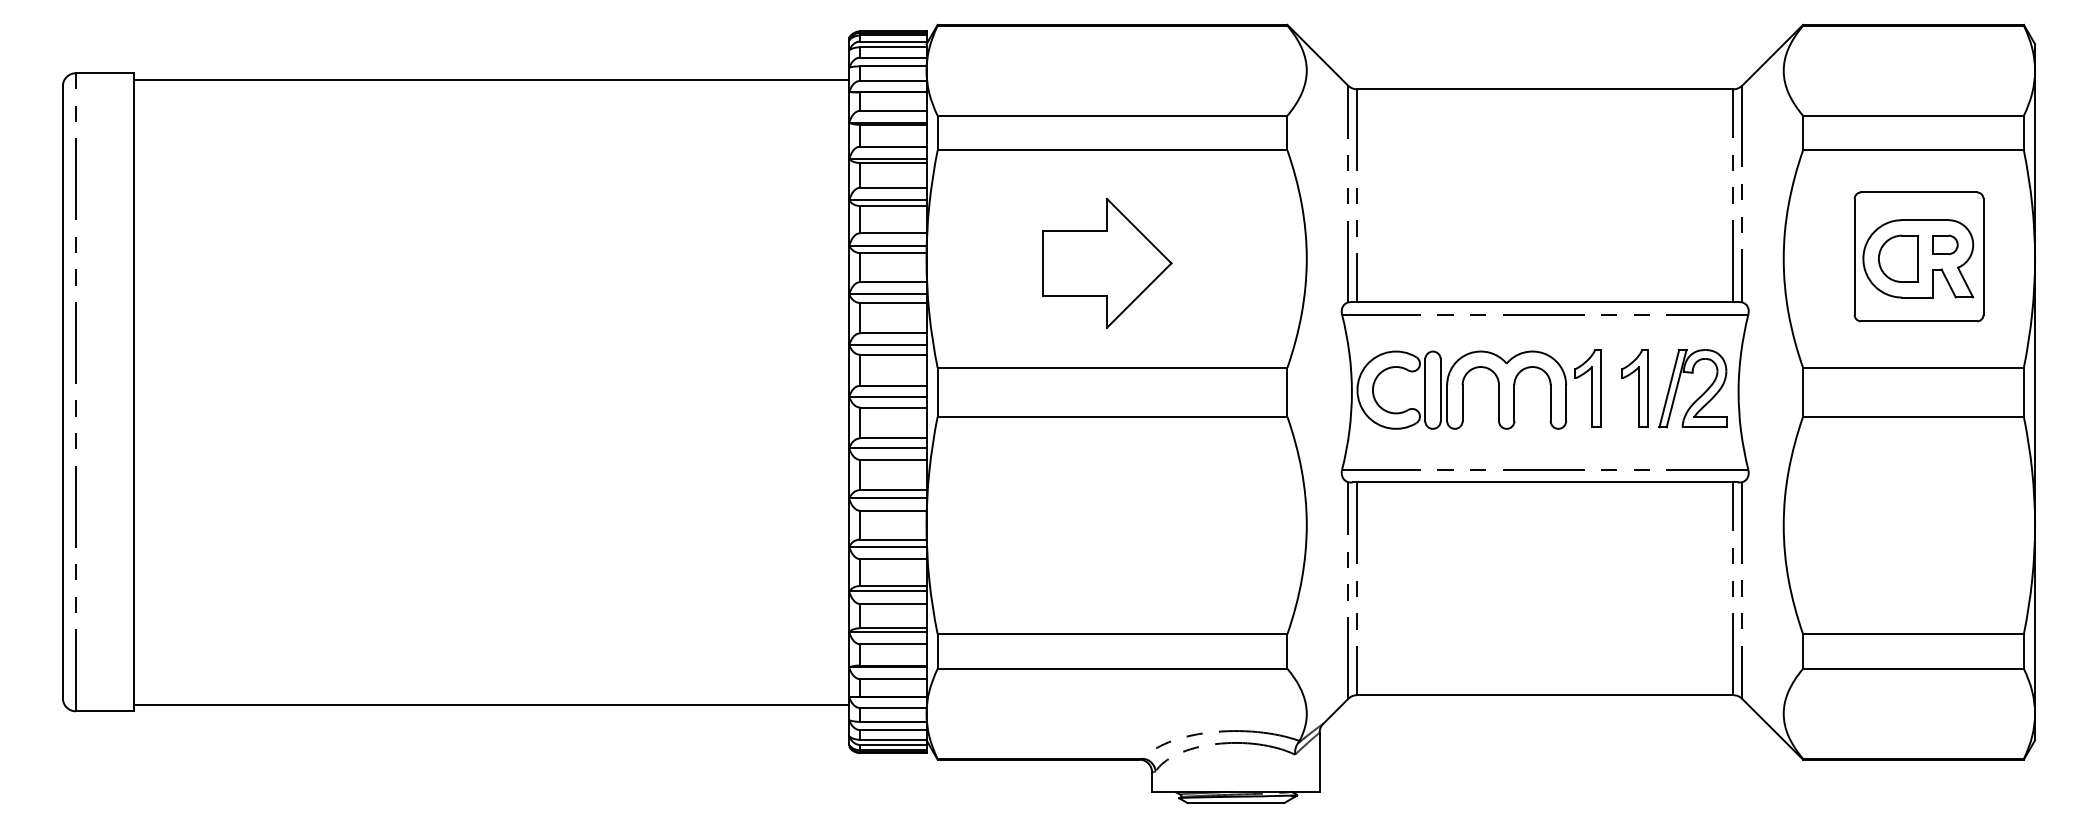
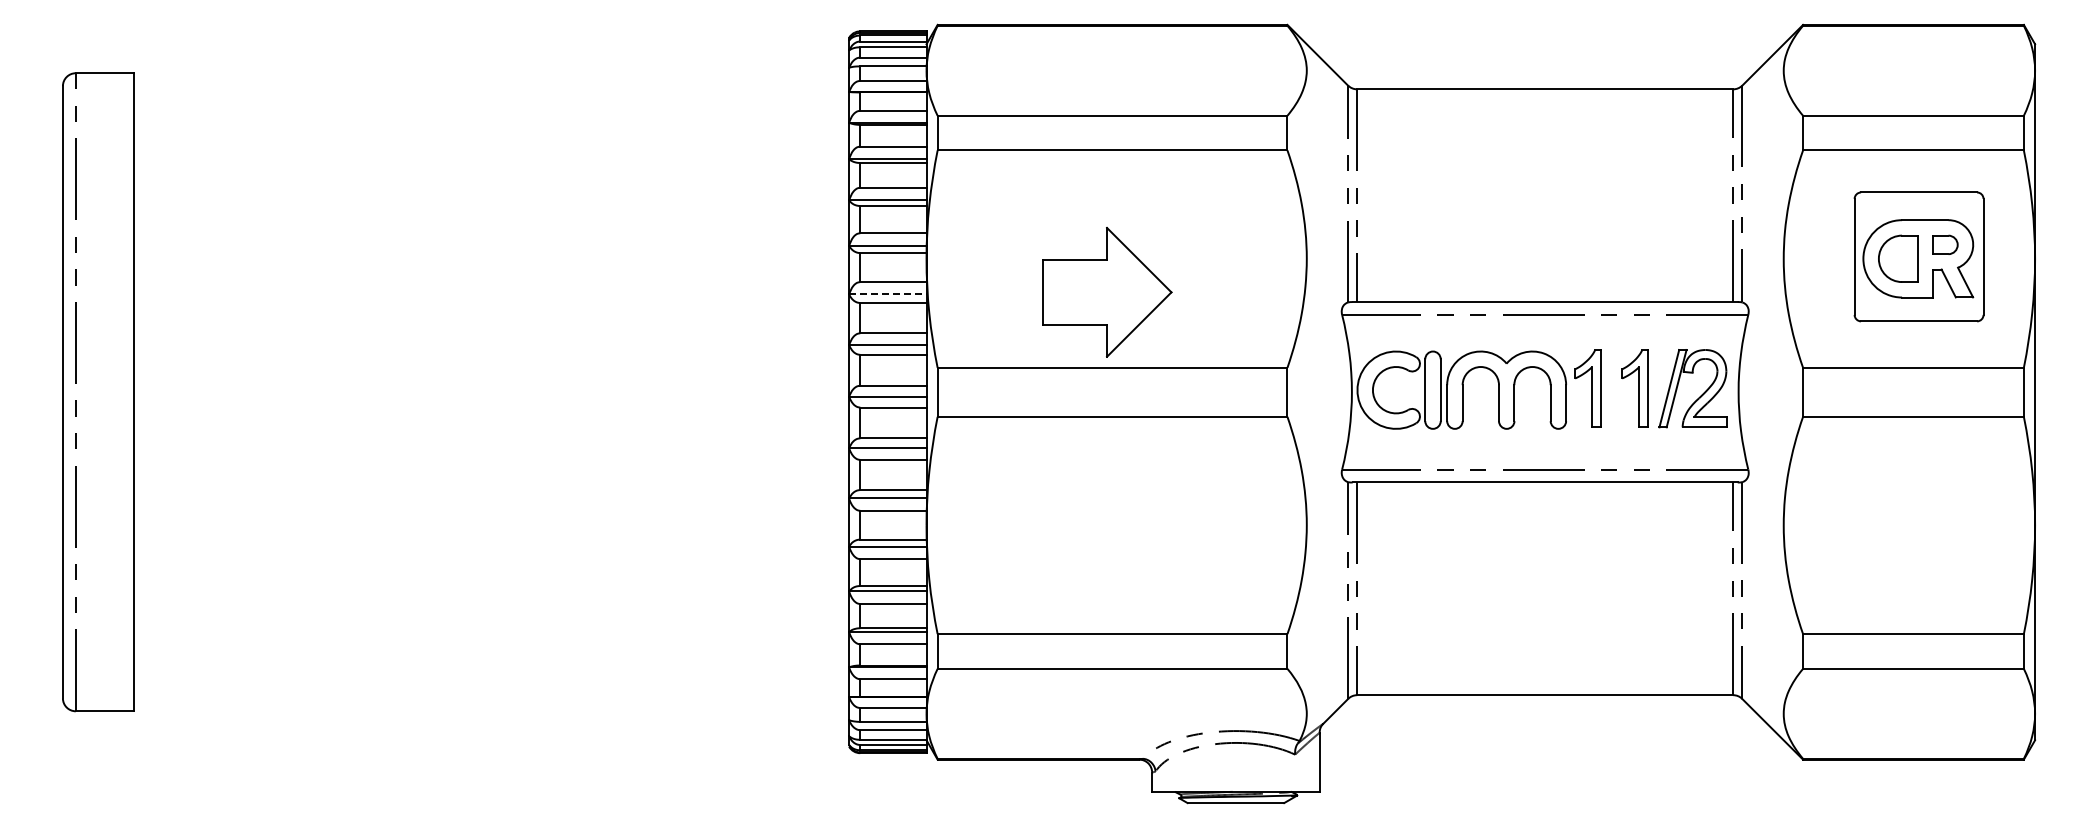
line at (491, 79): present -> none
part at (1107, 263) position: (1107, 263) -> (1107, 292)
line at (887, 294): solid -> dashed
line at (491, 704): present -> none
